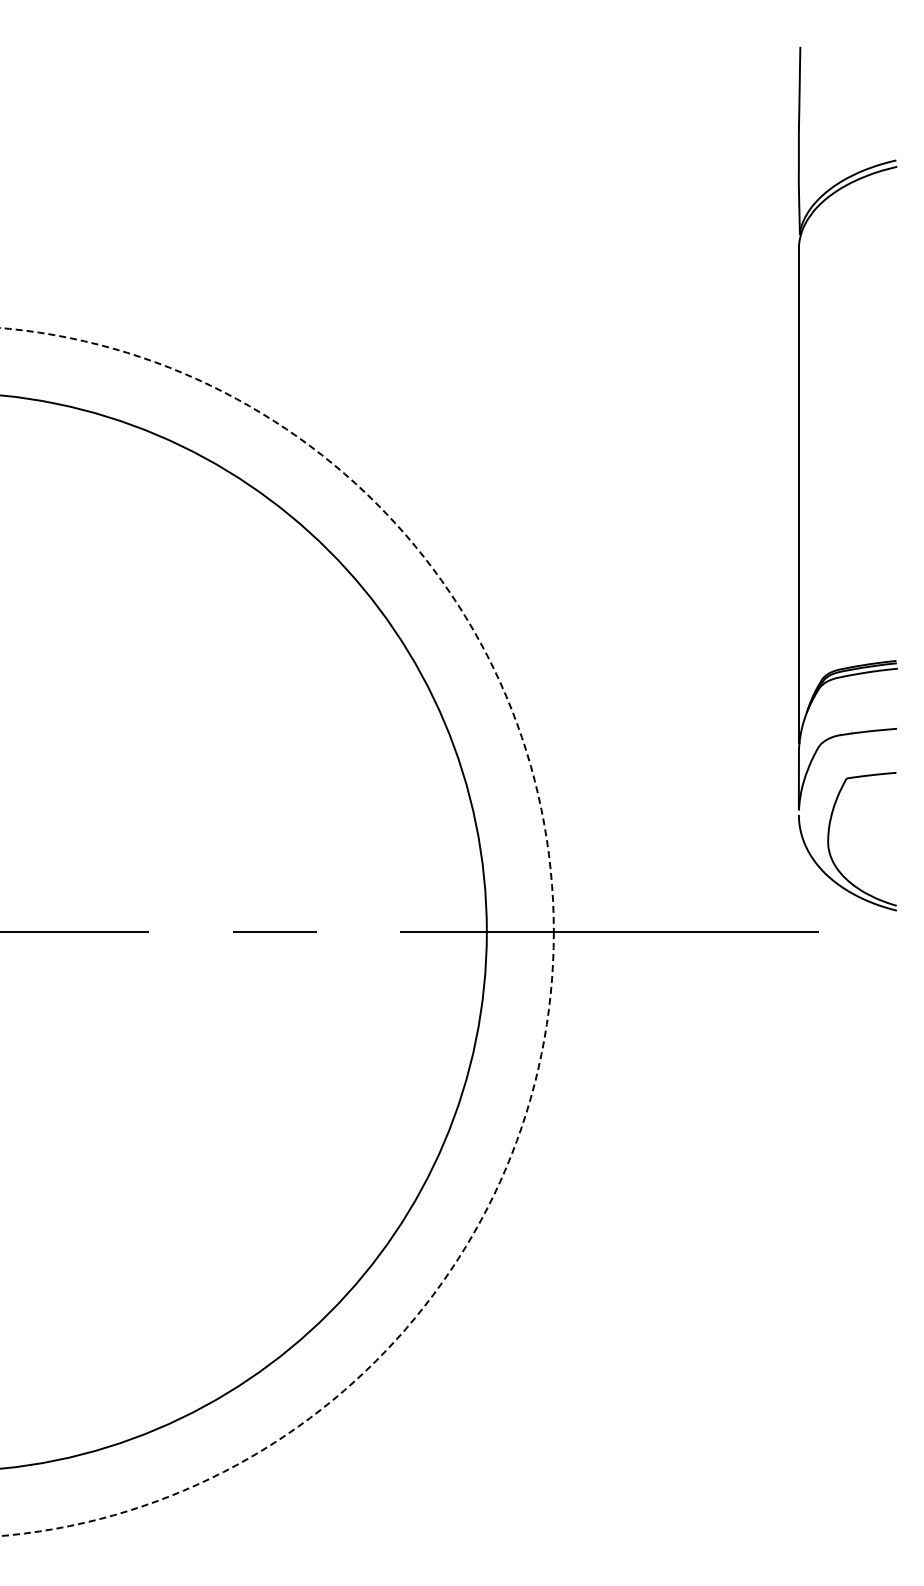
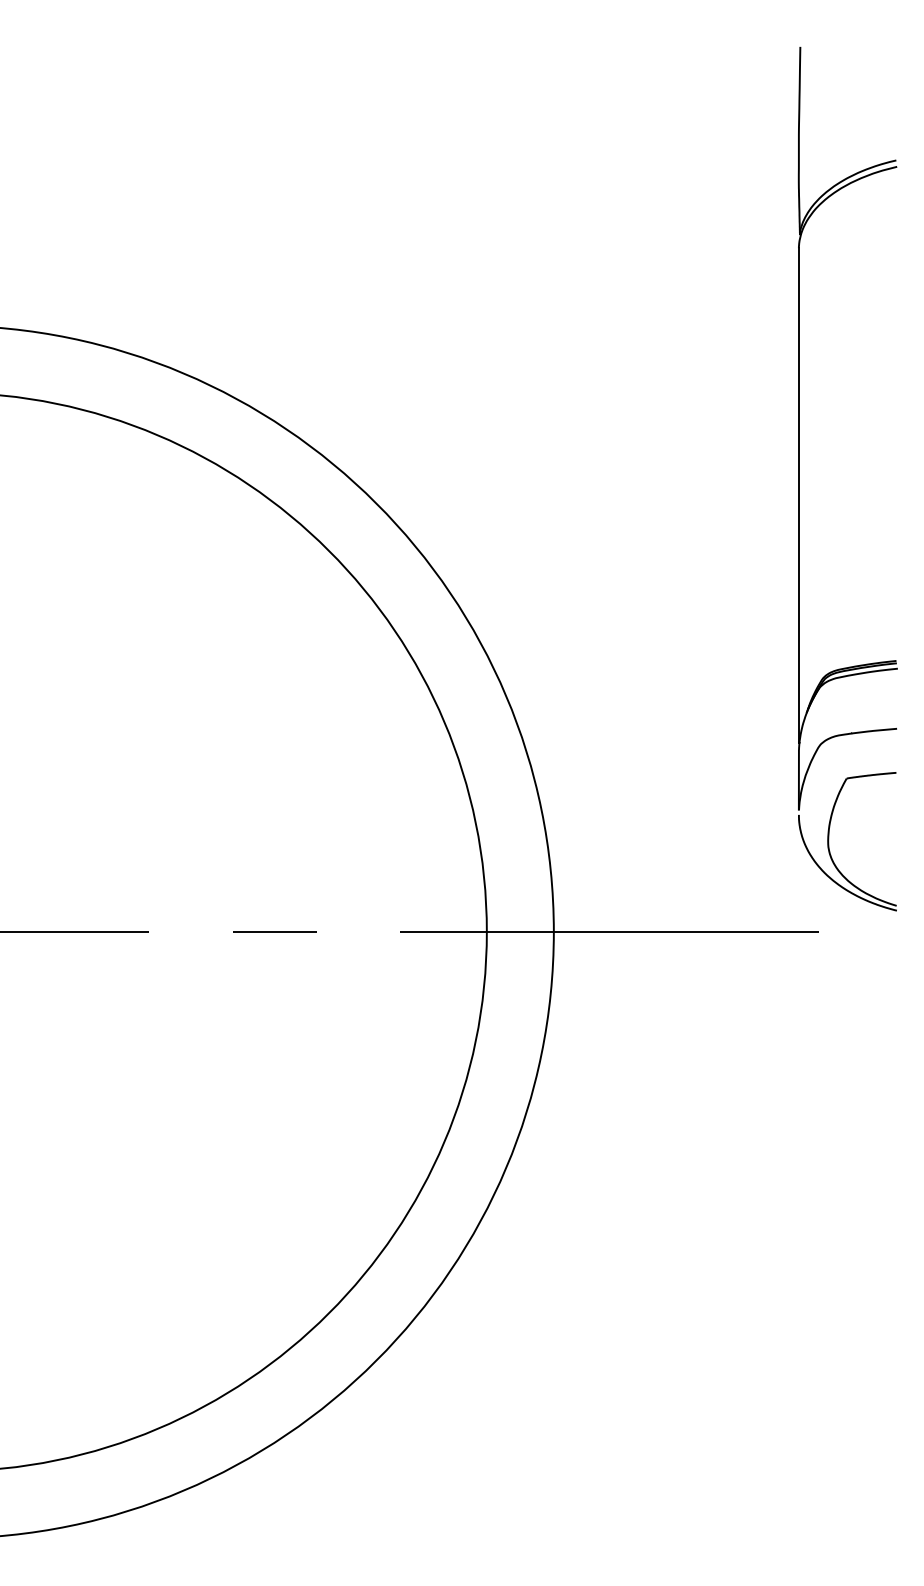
circle at (276, 932): dashed -> solid
